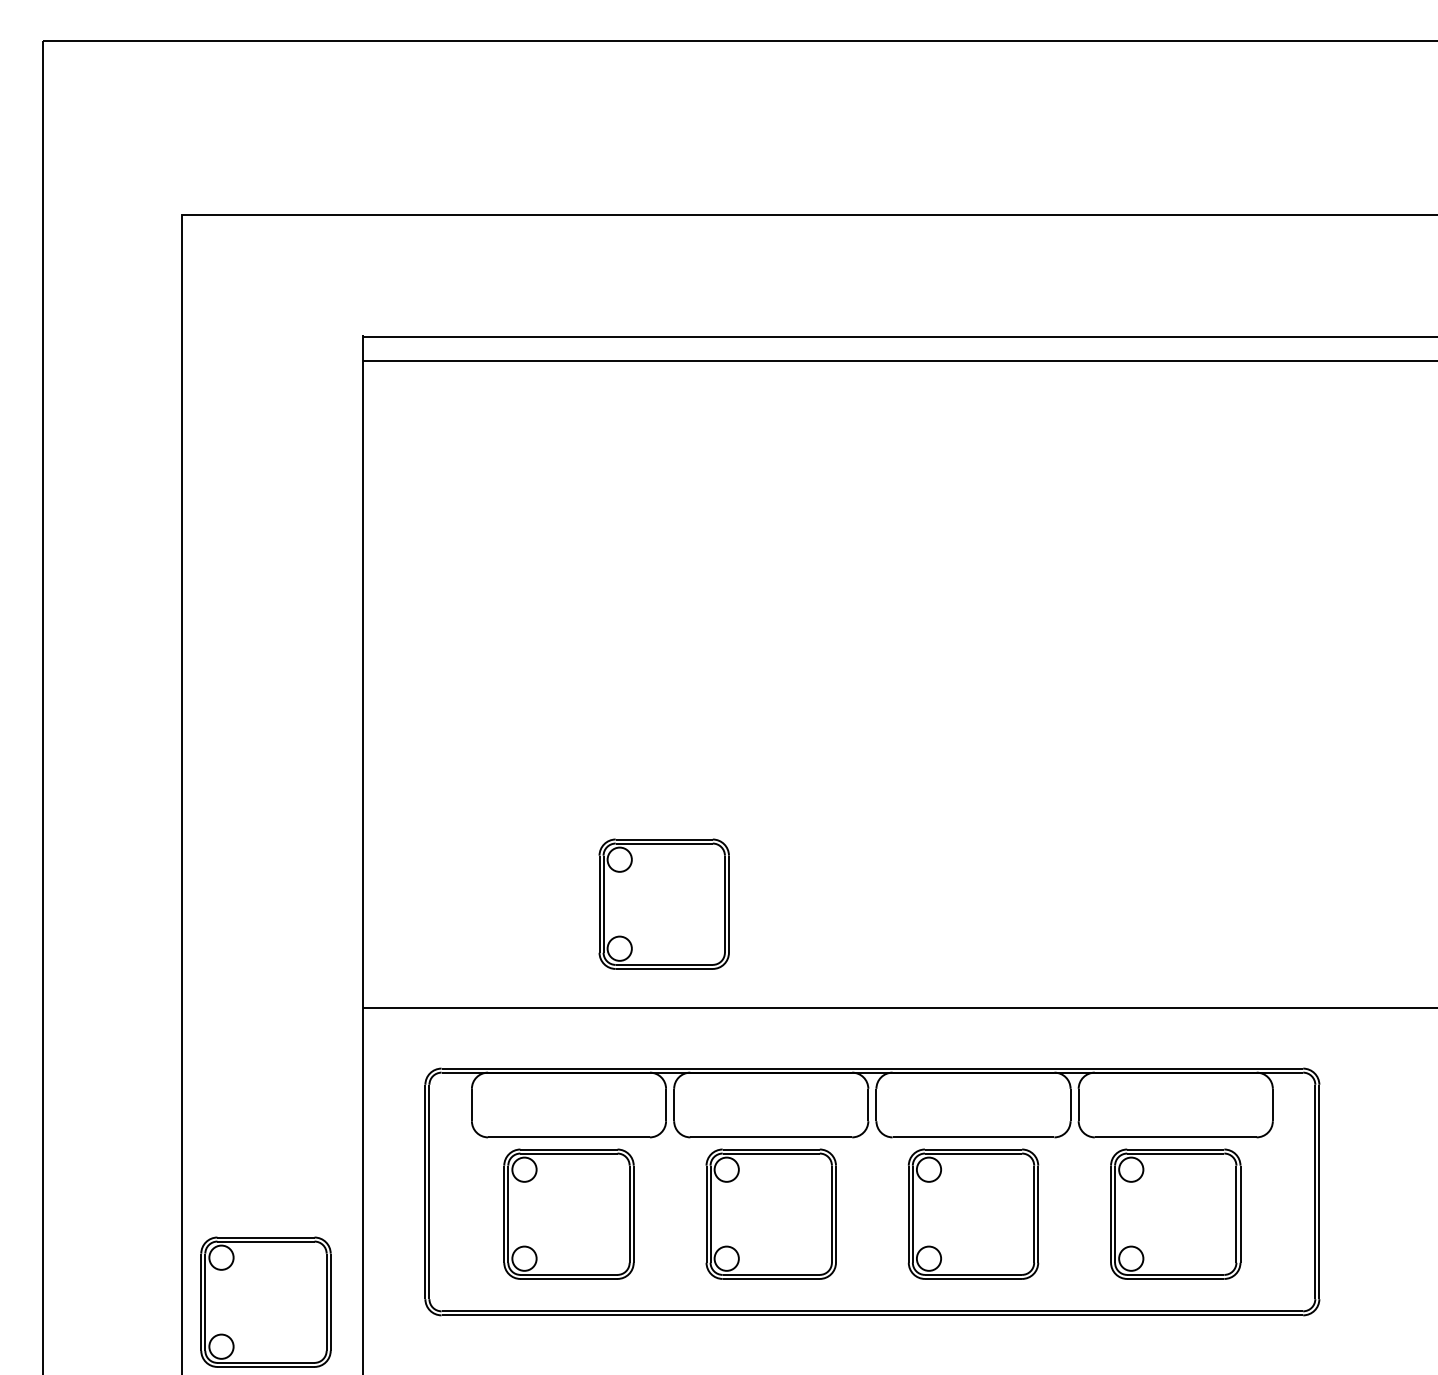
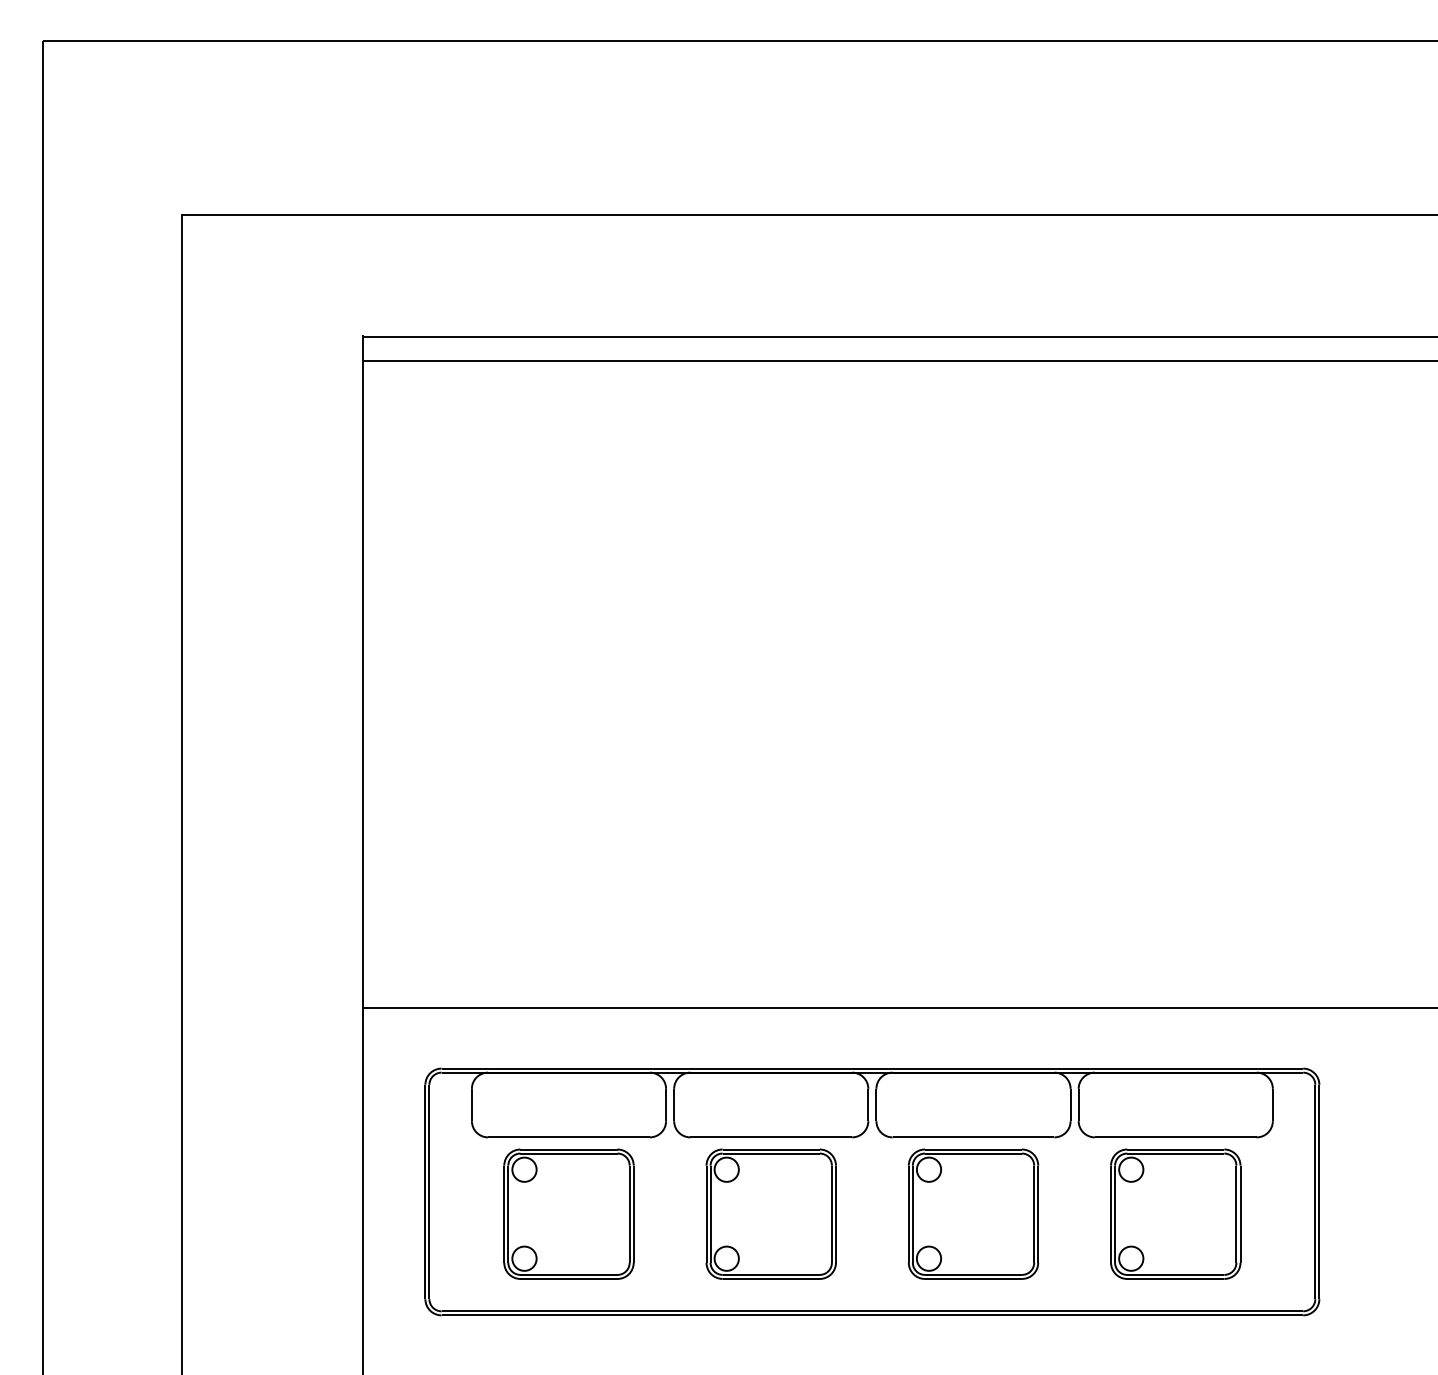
part at (663, 903): present -> none
part at (265, 1301): present -> none
